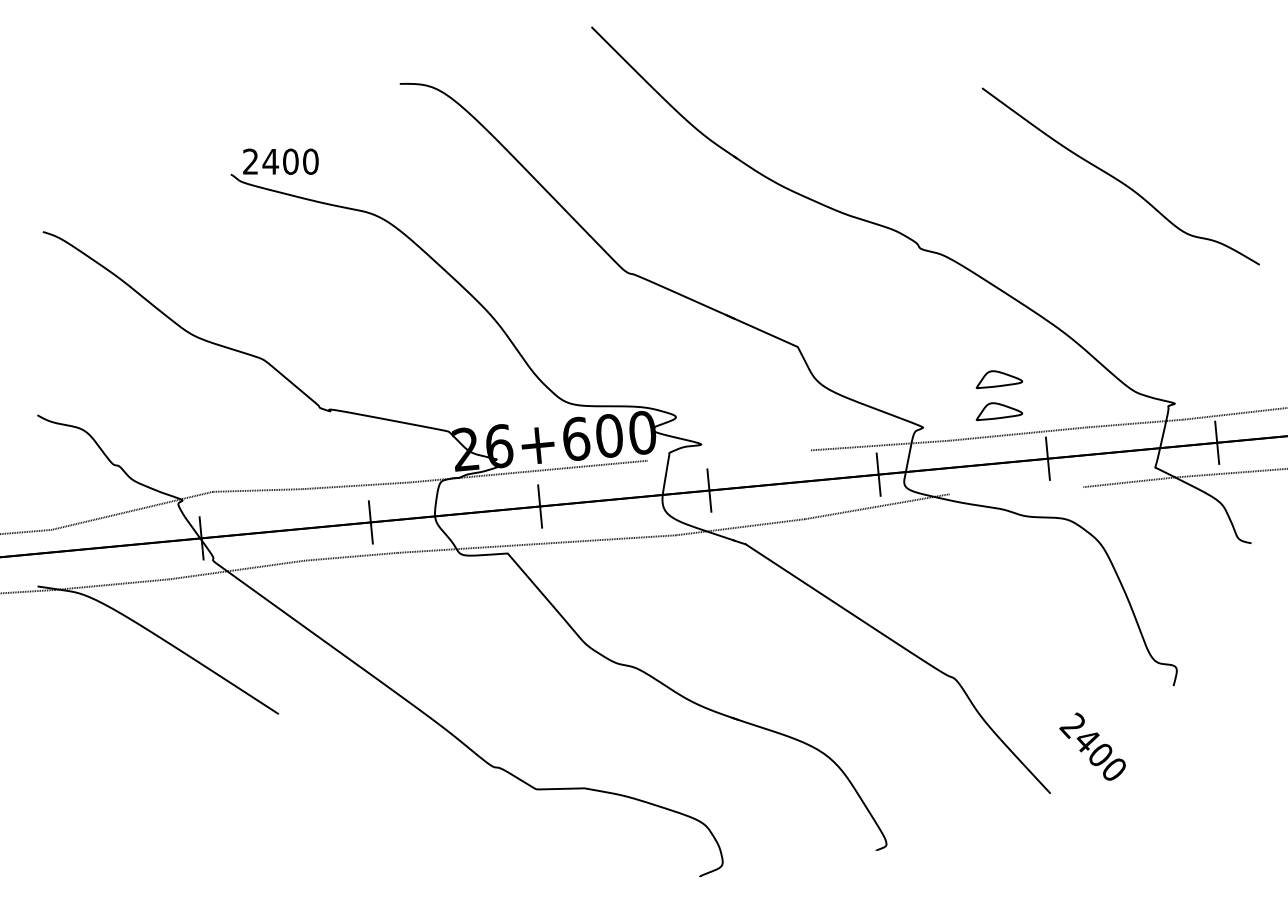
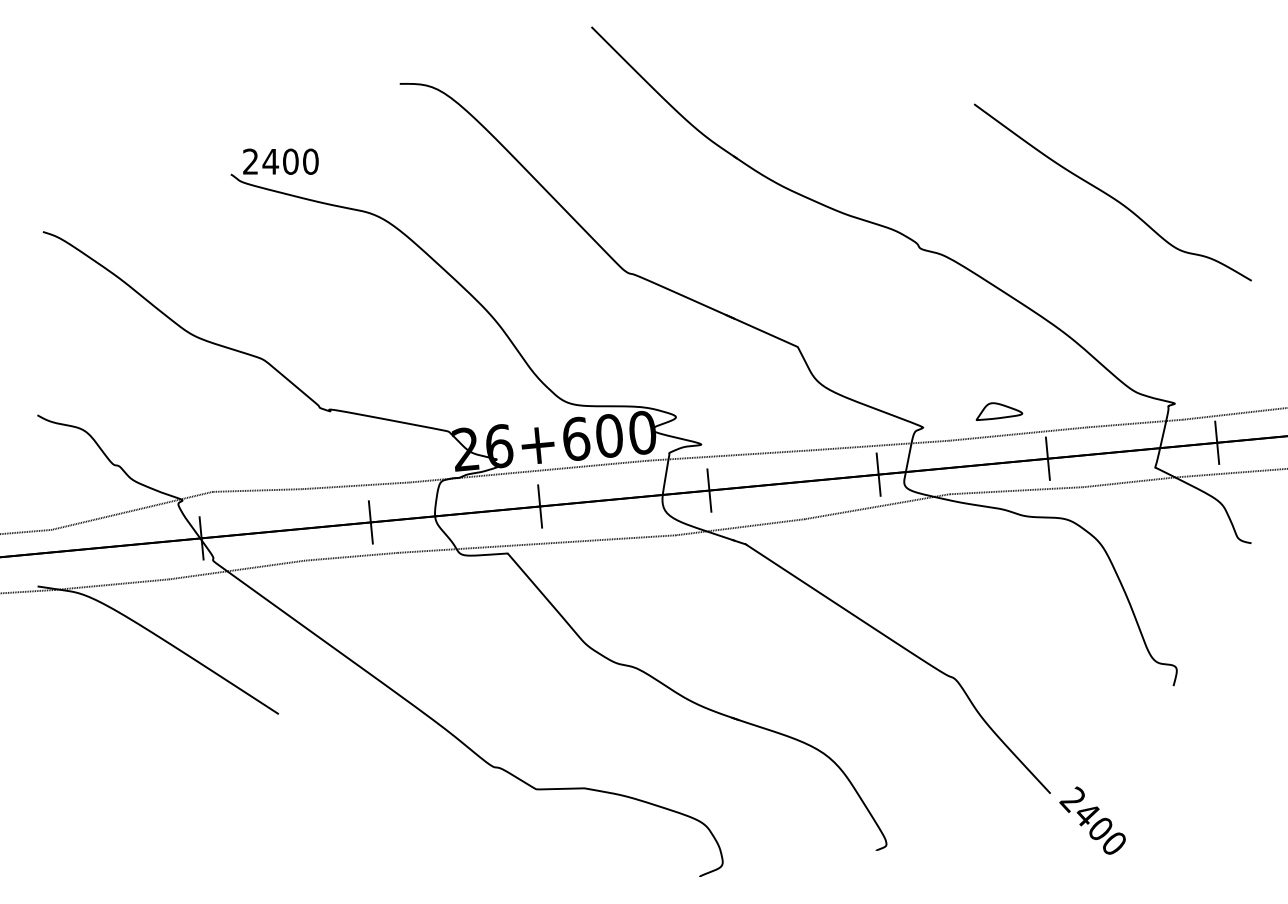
curve at (1117, 178) position: (1117, 178) -> (1109, 194)
part at (999, 379): present -> none
line at (729, 455): none -> present
line at (1016, 490): none -> present
text at (1092, 746) position: (1092, 746) -> (1092, 820)
